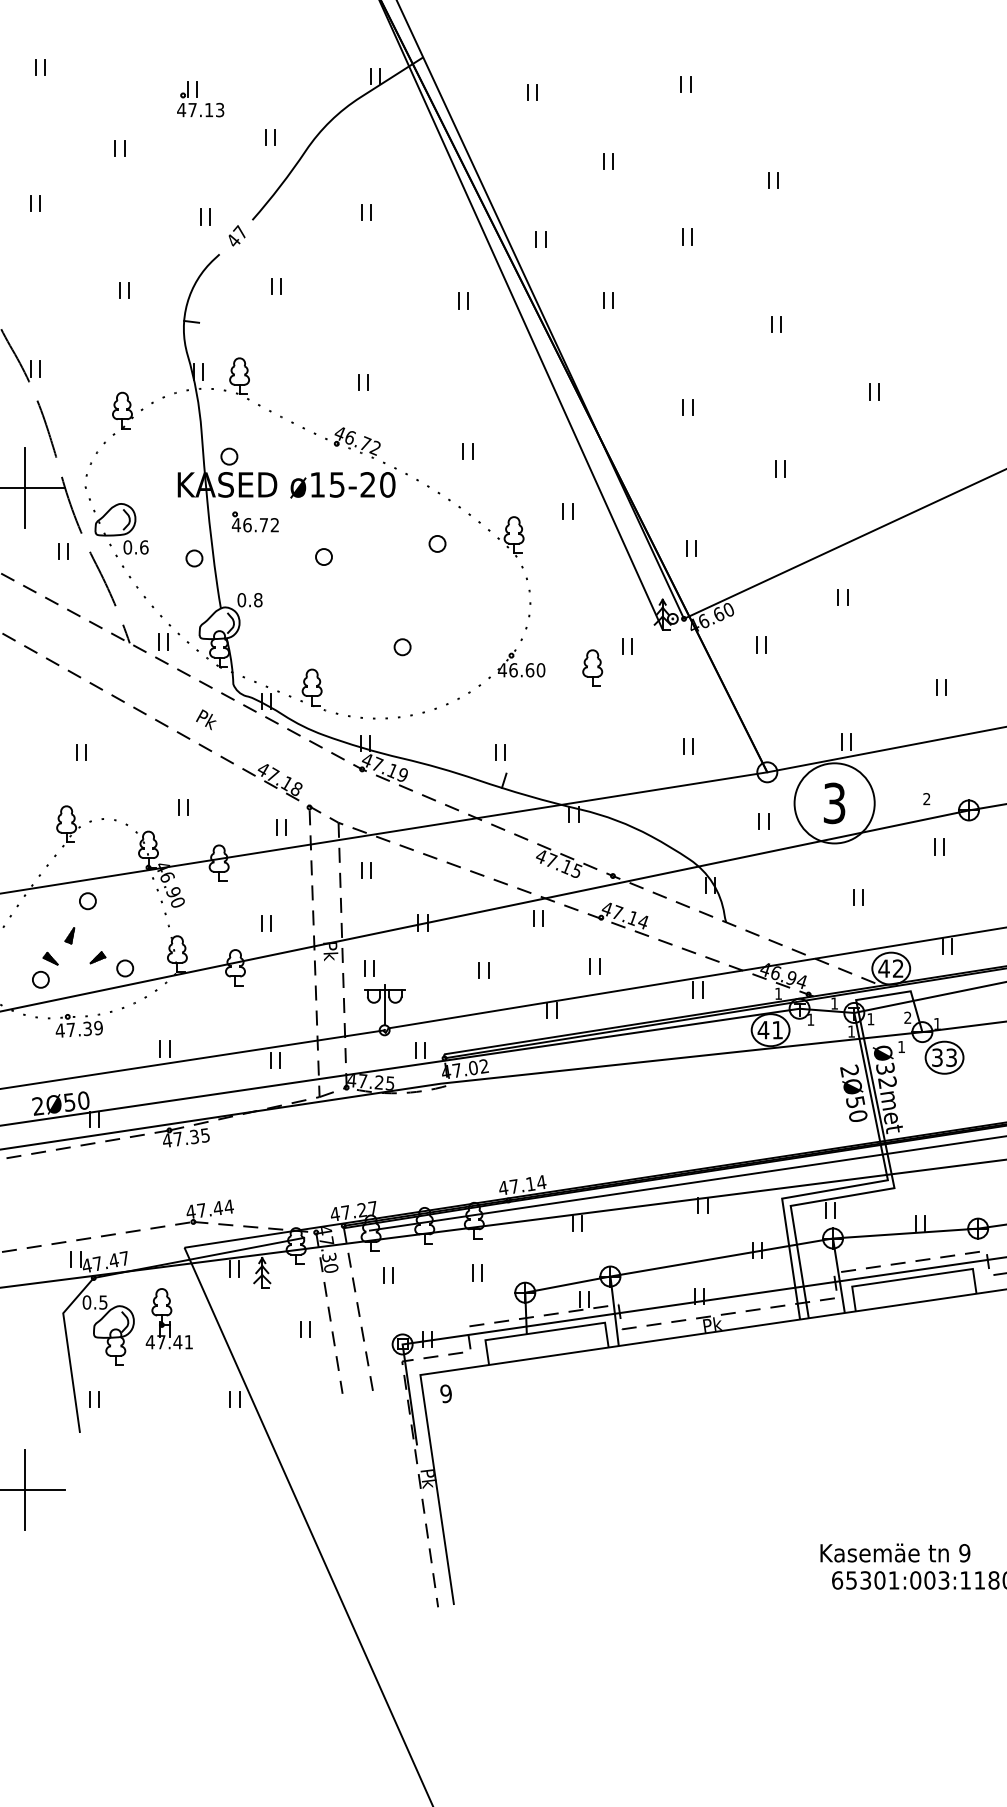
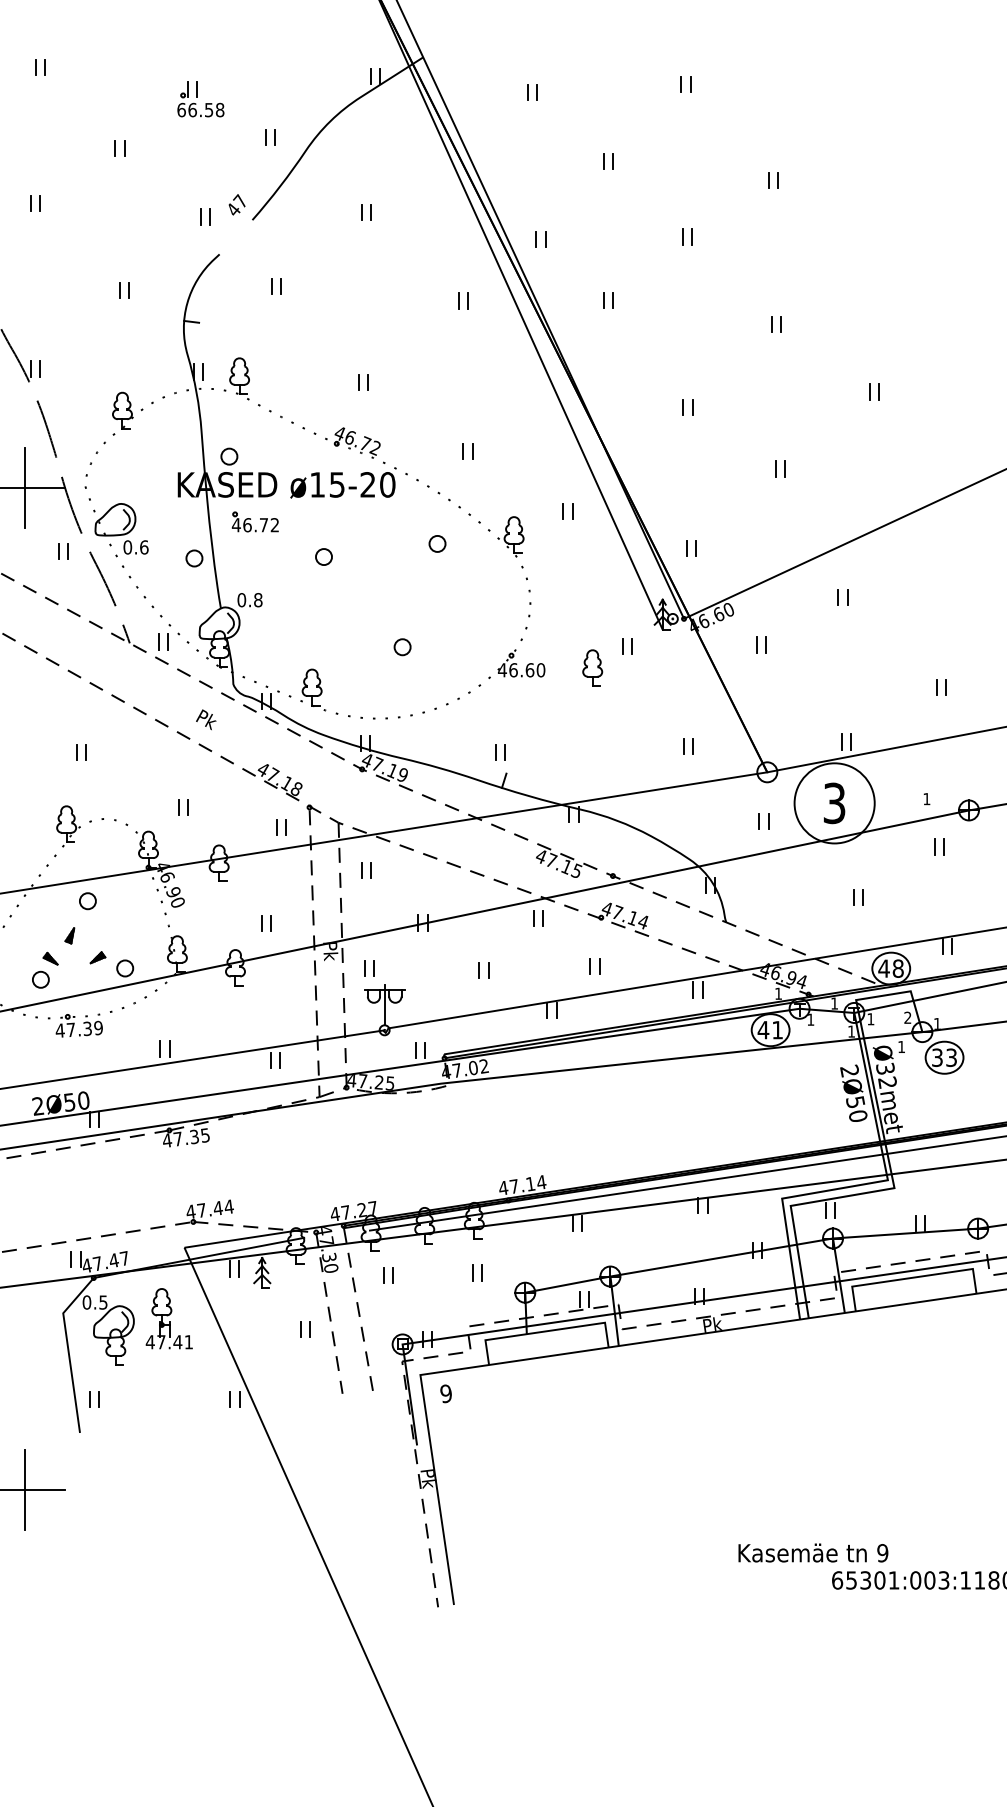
text at (200, 109): 47.13 -> 66.58
text at (236, 235) position: (236, 235) -> (236, 204)
text at (926, 799): 2 -> 1
text at (897, 968): 42 -> 48
text at (895, 1552) position: (895, 1552) -> (813, 1552)
